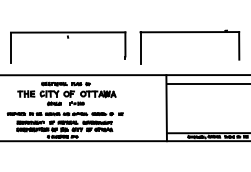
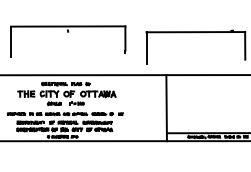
part at (189, 33) position: (189, 33) -> (195, 33)
part at (68, 38) position: (68, 38) -> (68, 32)
line at (206, 83): present -> none
